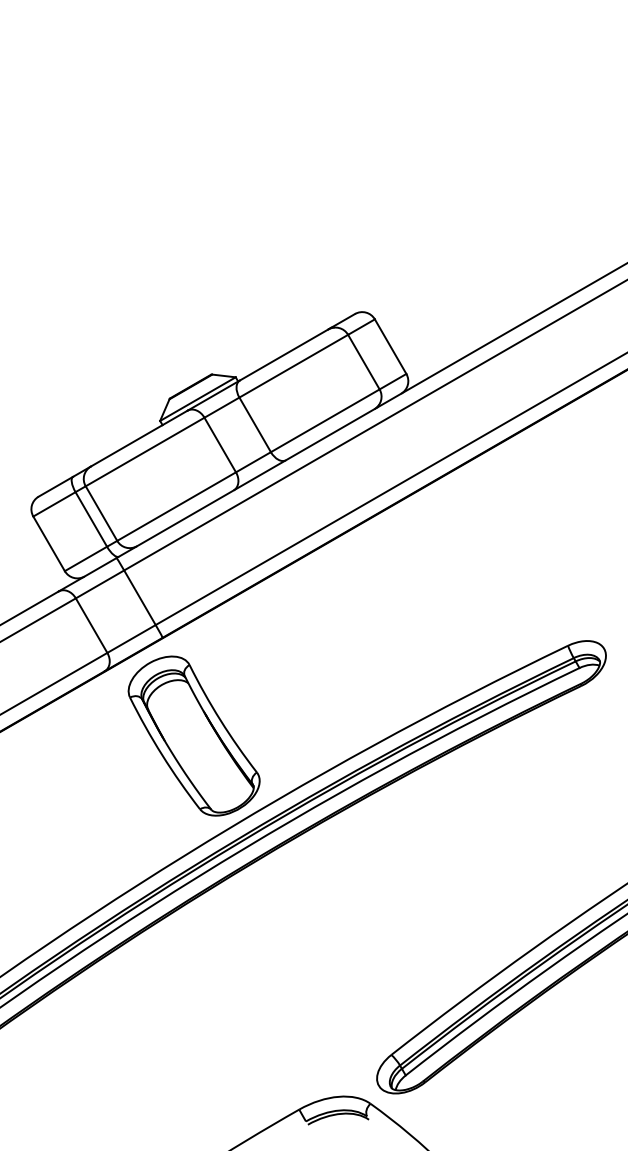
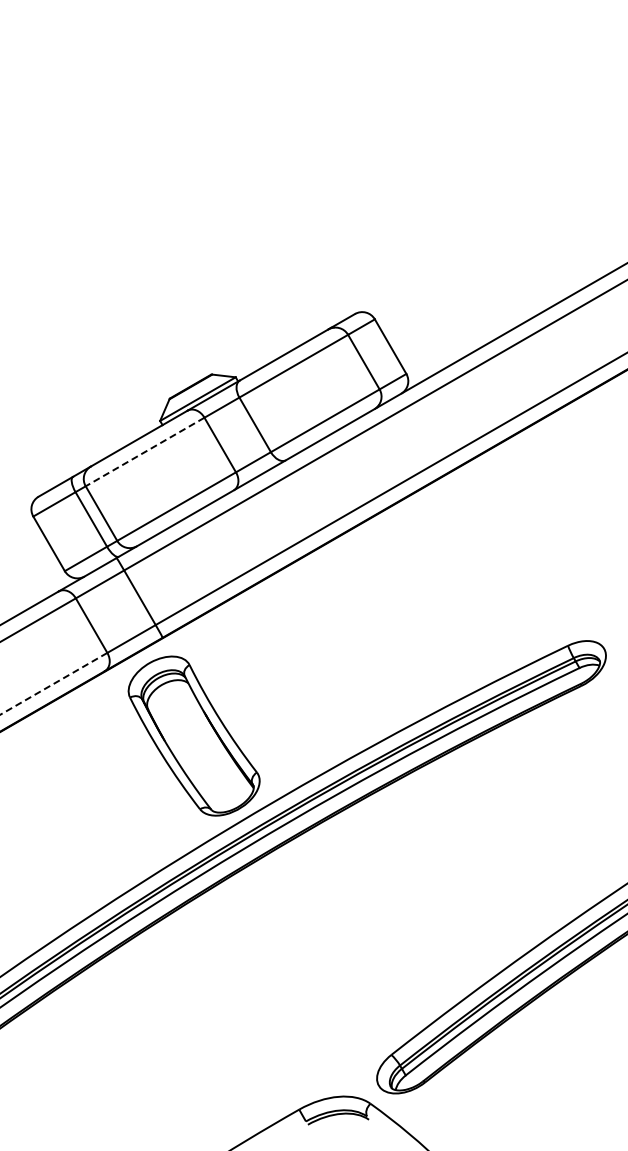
line at (145, 452): solid -> dashed
line at (53, 683): solid -> dashed
